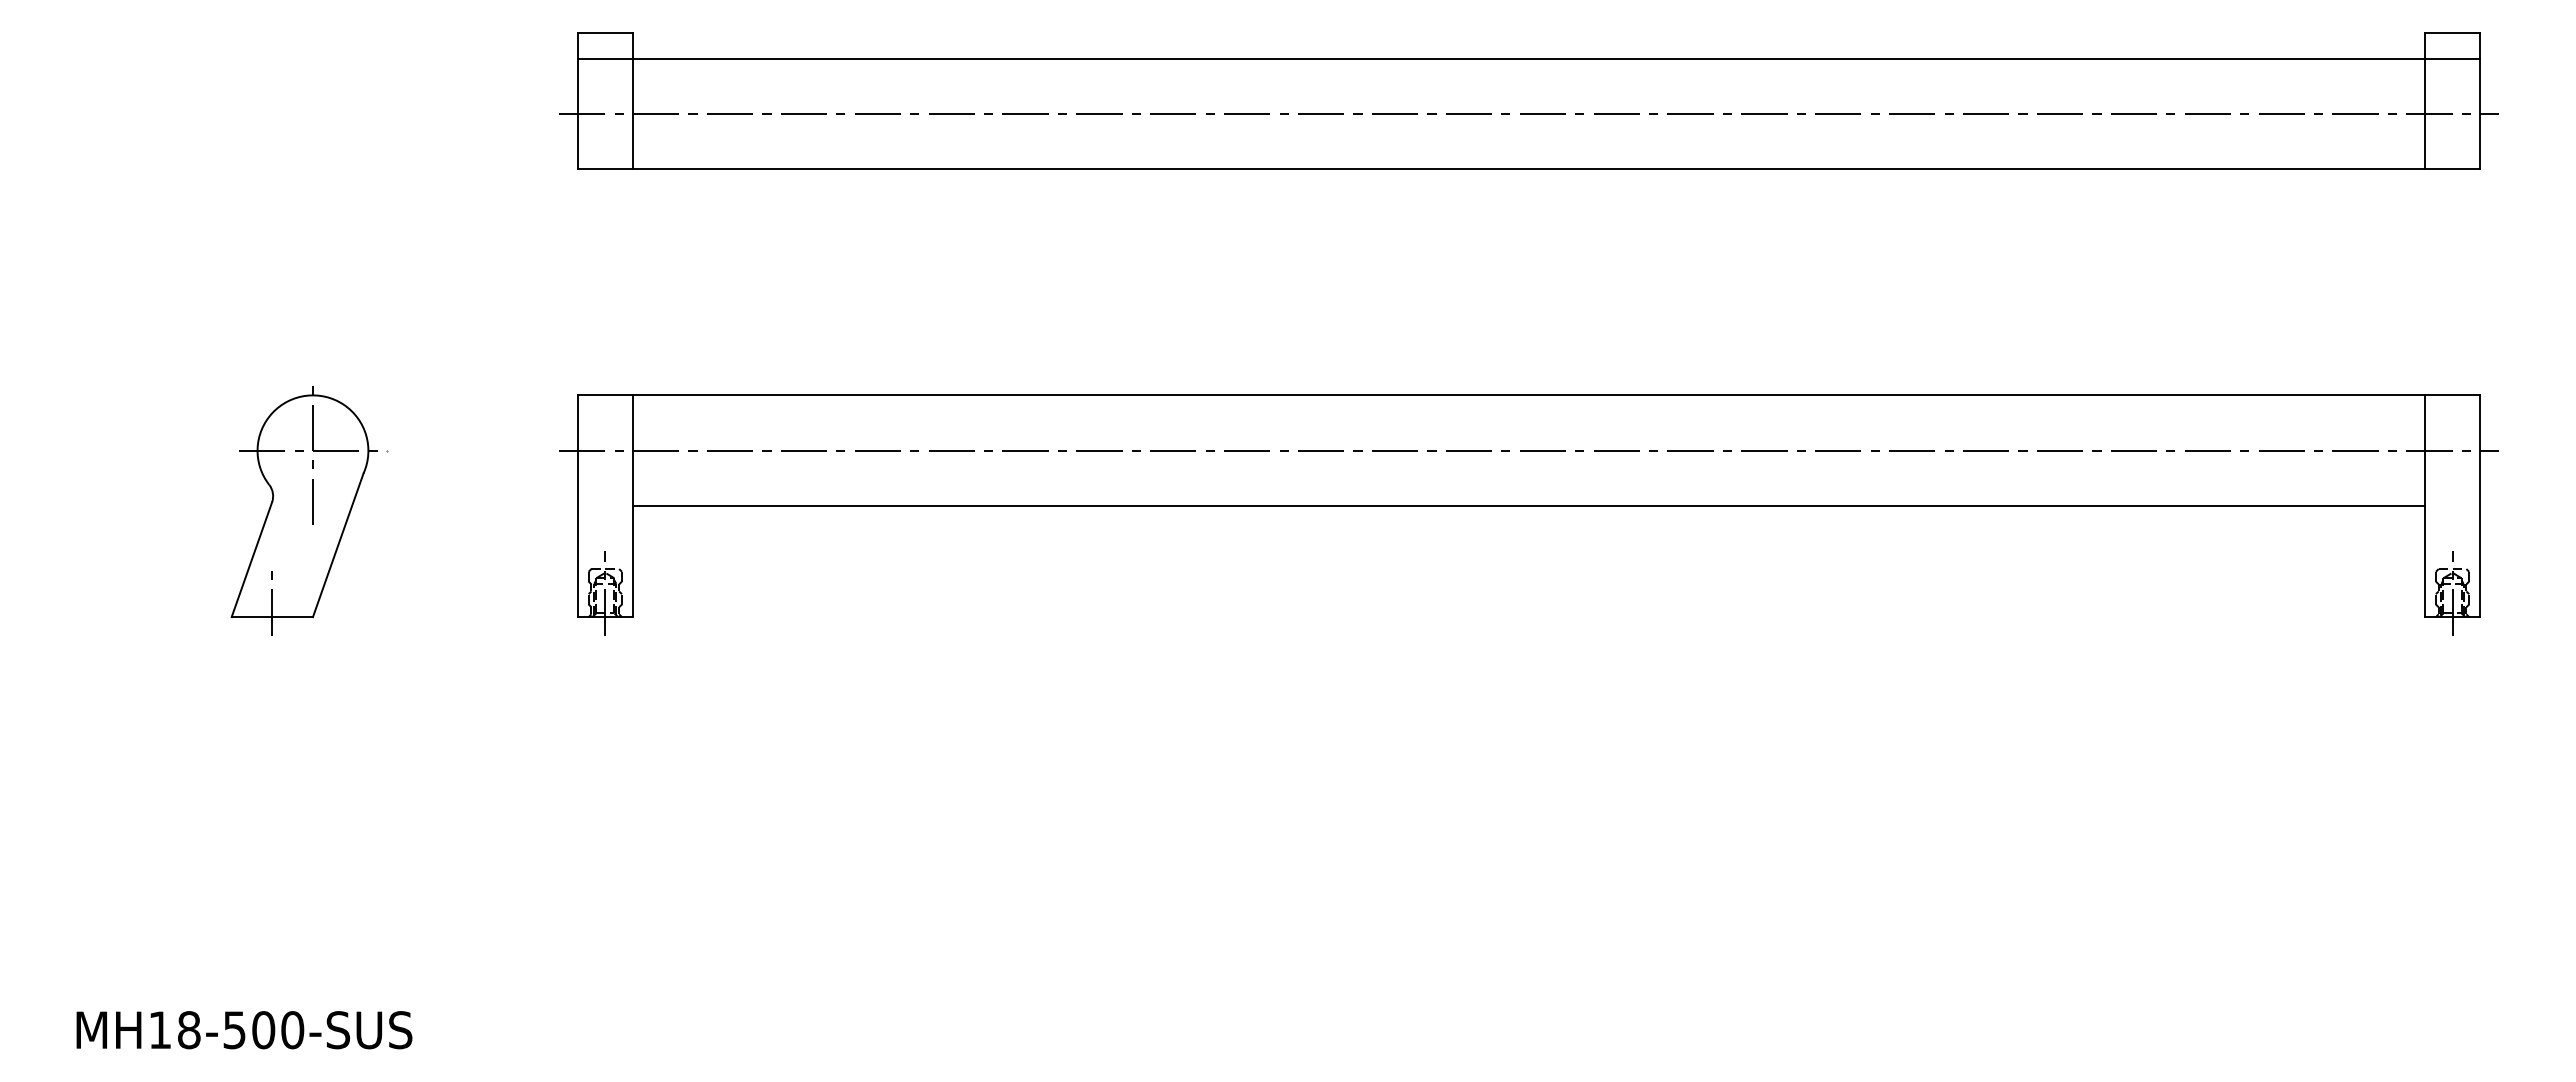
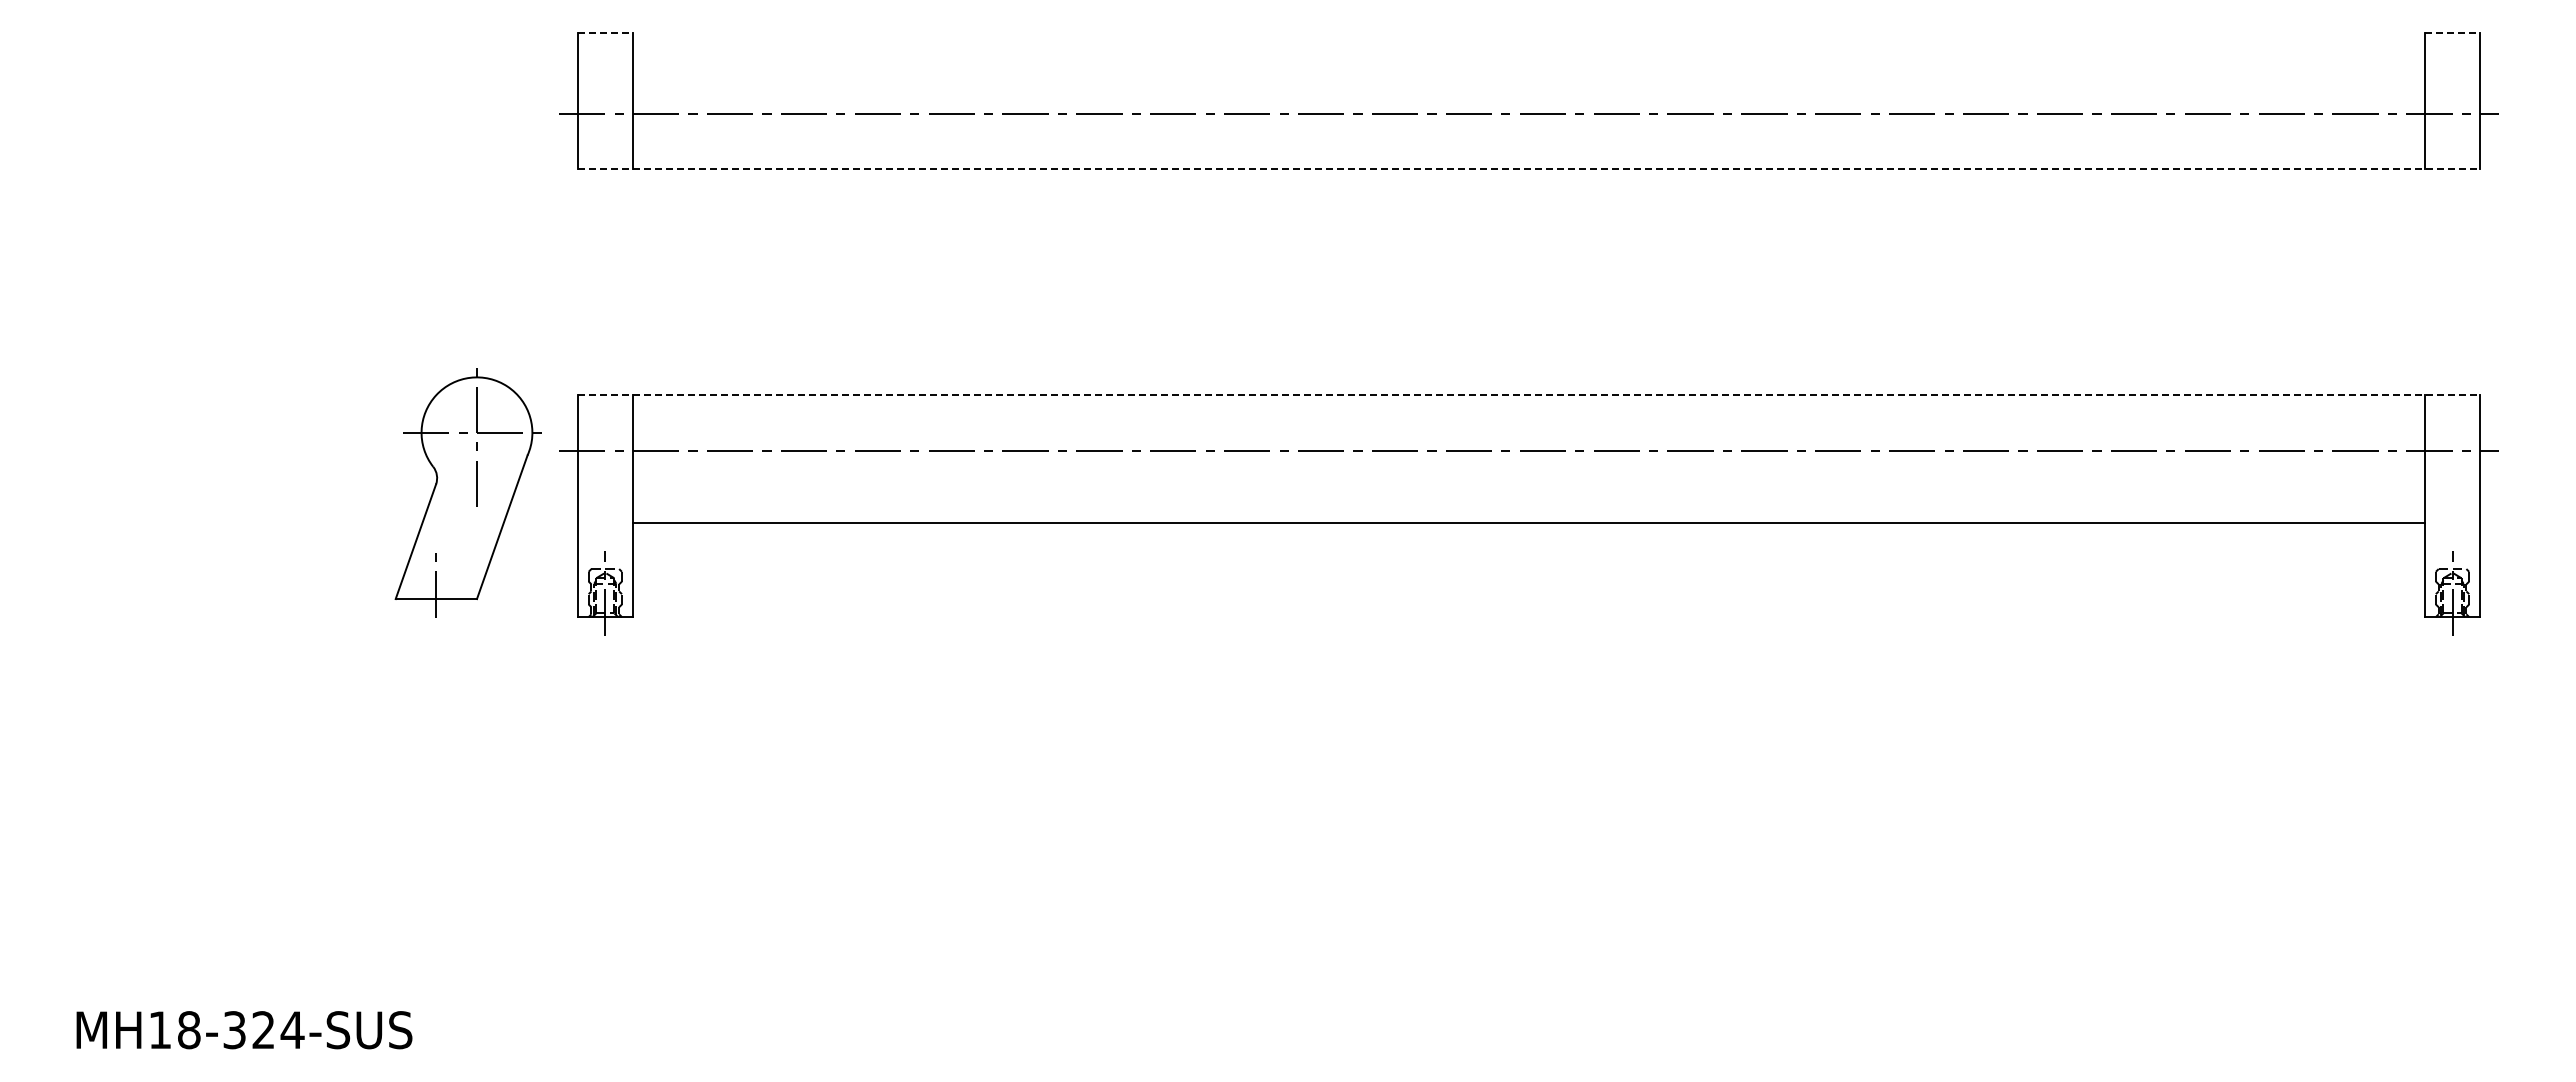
line at (605, 32): solid -> dashed
line at (2452, 32): solid -> dashed
line at (1528, 58): present -> none
line at (1529, 169): solid -> dashed
line at (1529, 395): solid -> dashed
line at (1528, 506) position: (1528, 506) -> (1528, 523)
part at (309, 510) position: (309, 510) -> (473, 492)
text at (264, 1030): MH18-500-SUS -> MH18-324-SUS
